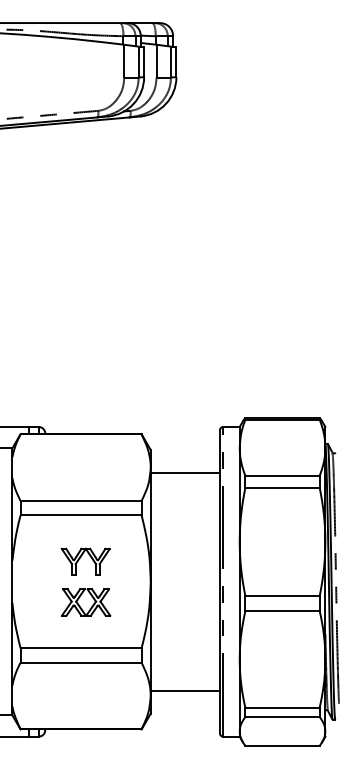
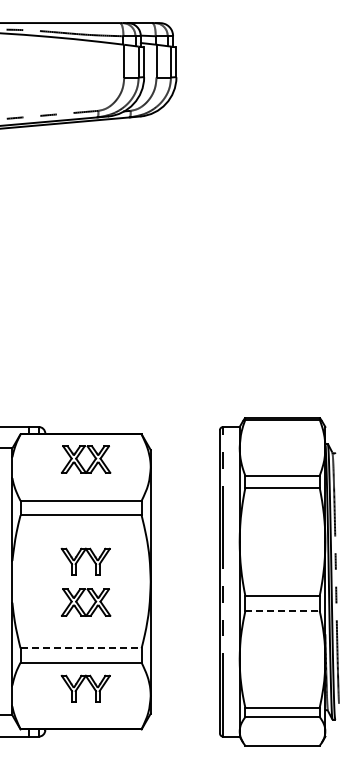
part at (86, 459): none -> present
line at (184, 473): present -> none
line at (283, 610): solid -> dashed
line at (81, 648): solid -> dashed
part at (85, 688): none -> present
line at (184, 690): present -> none
